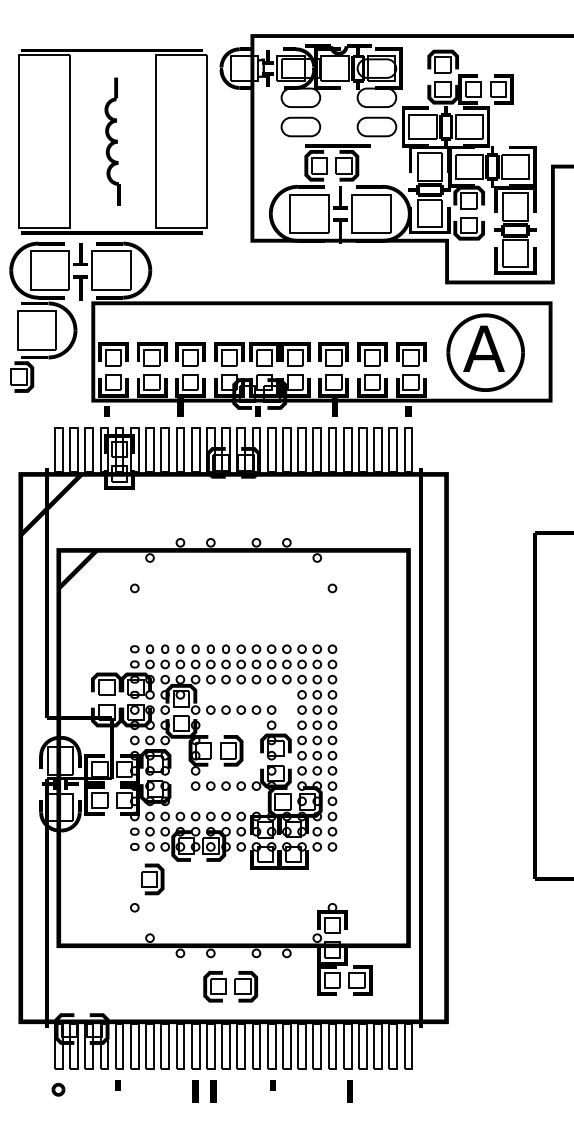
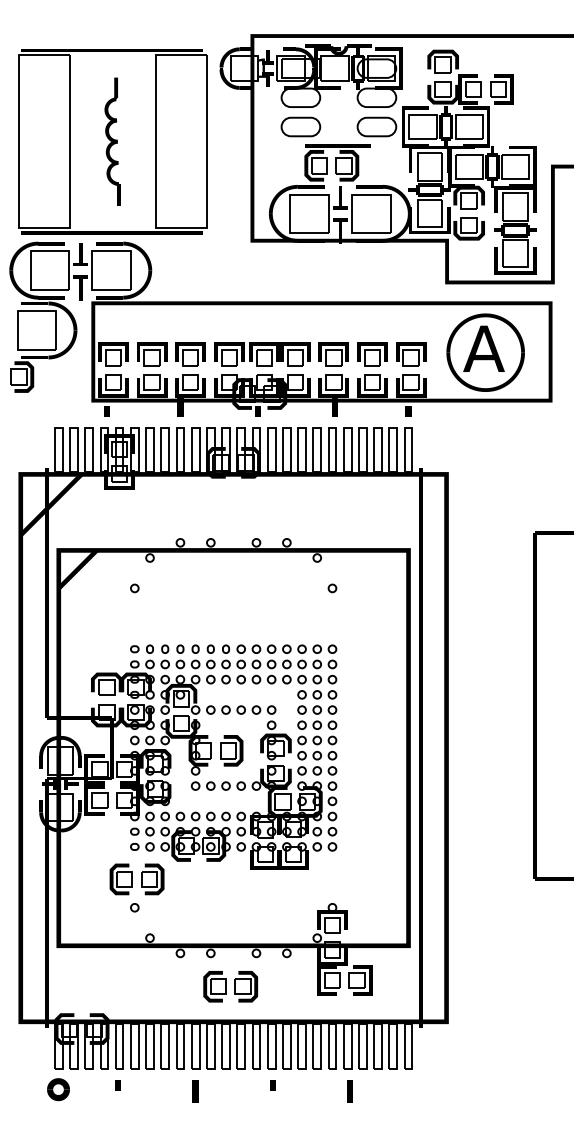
part at (120, 879): none -> present
part at (58, 1089) size: 15x14 px -> 23x24 px
line at (213, 1091): present -> none
